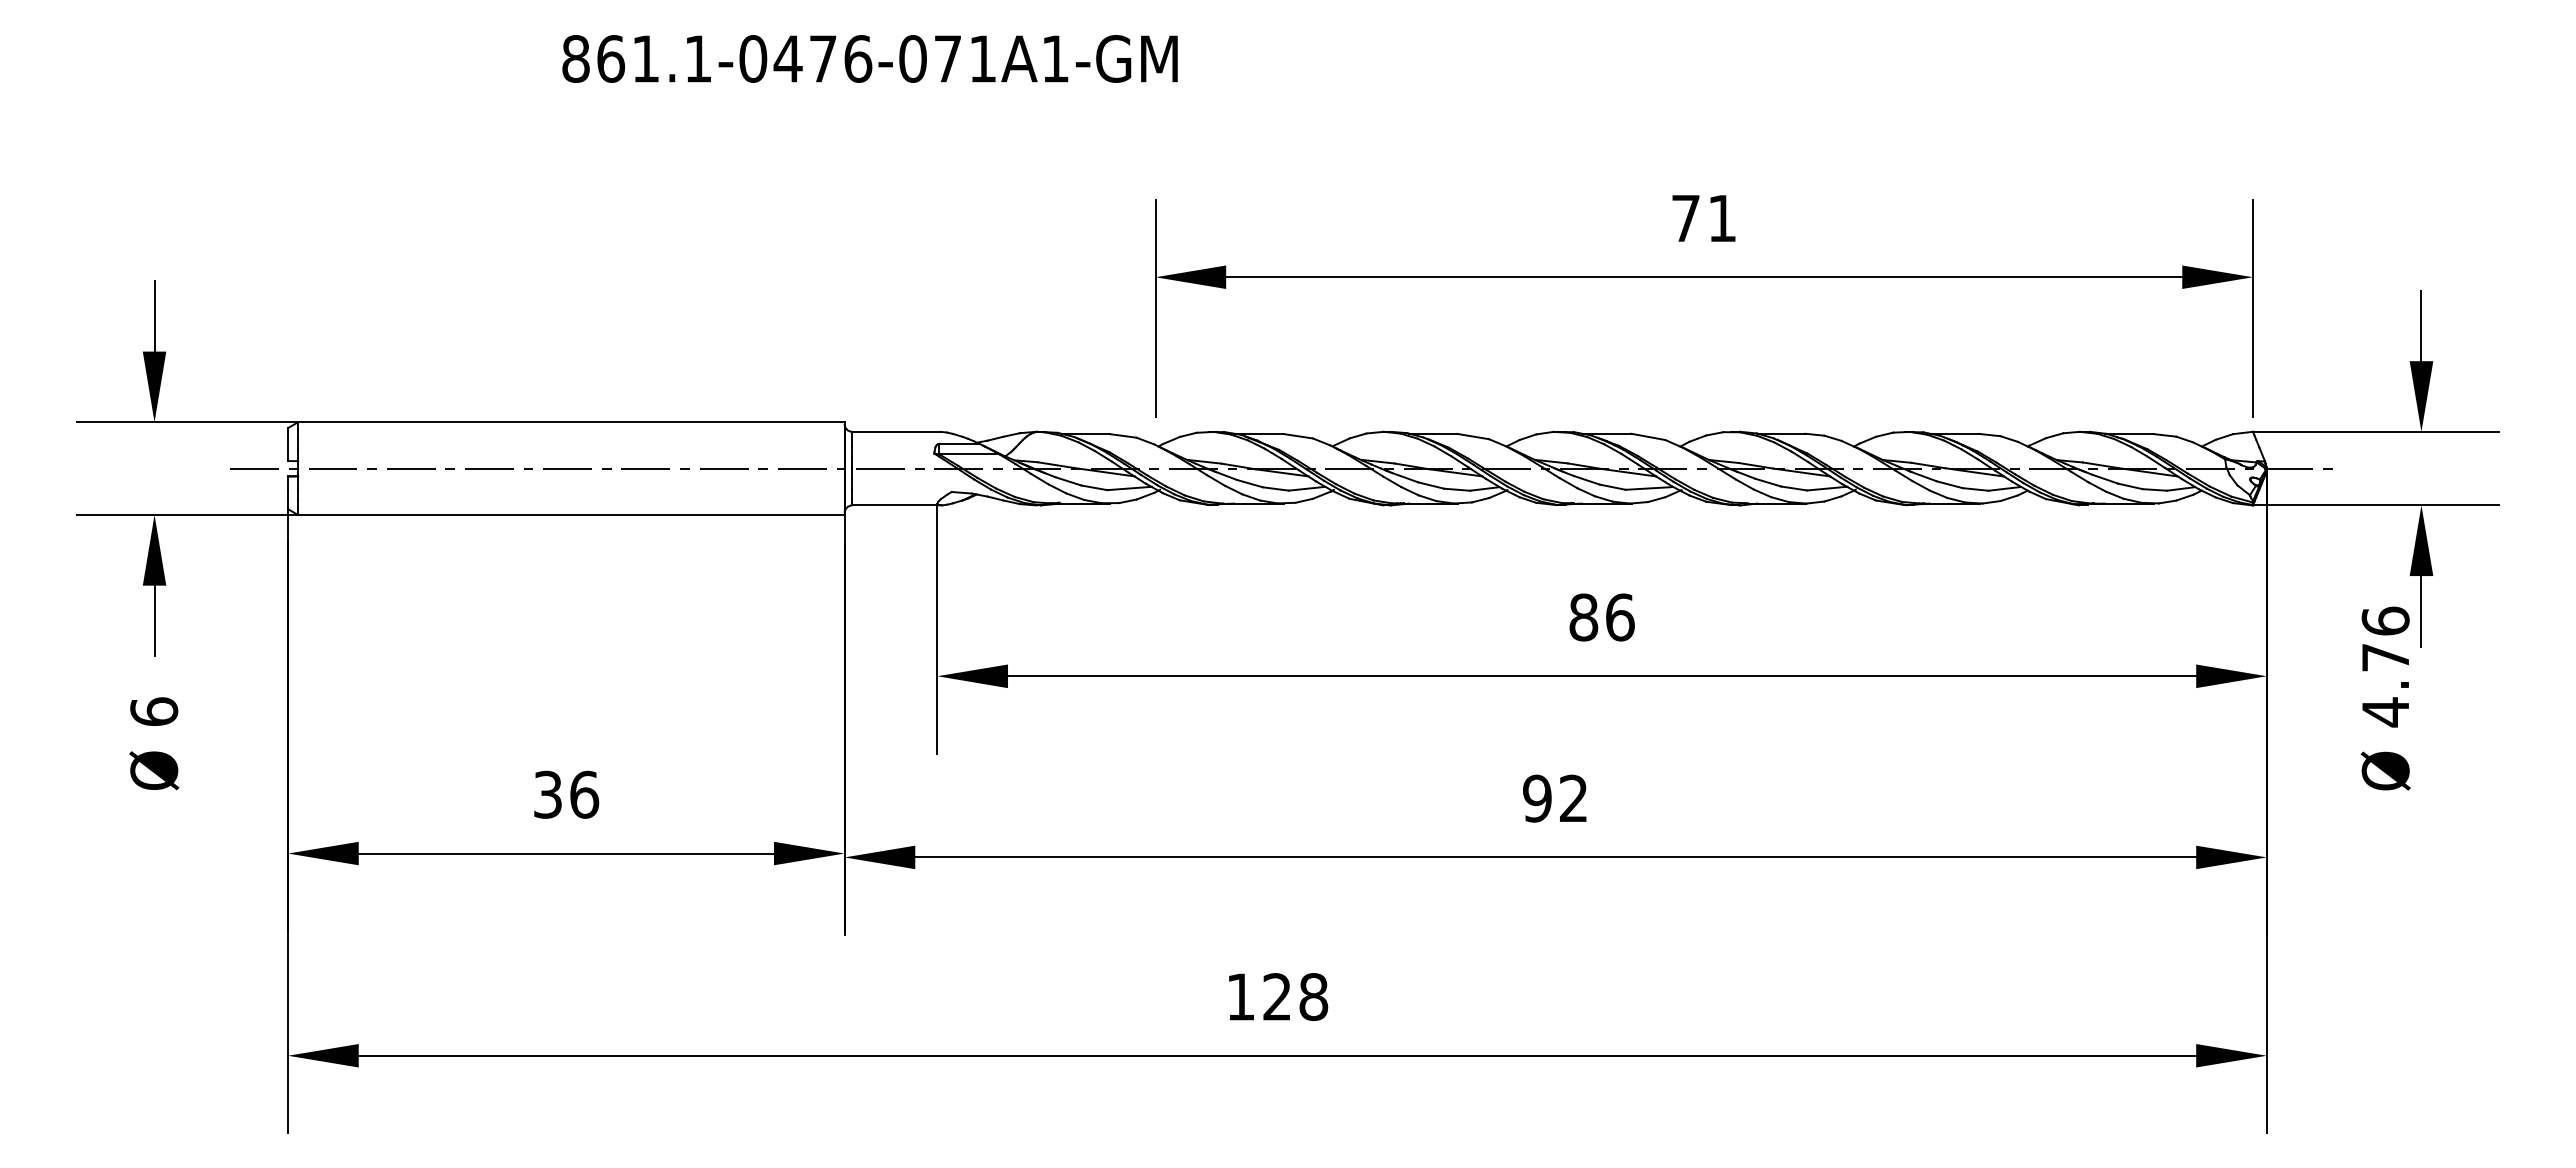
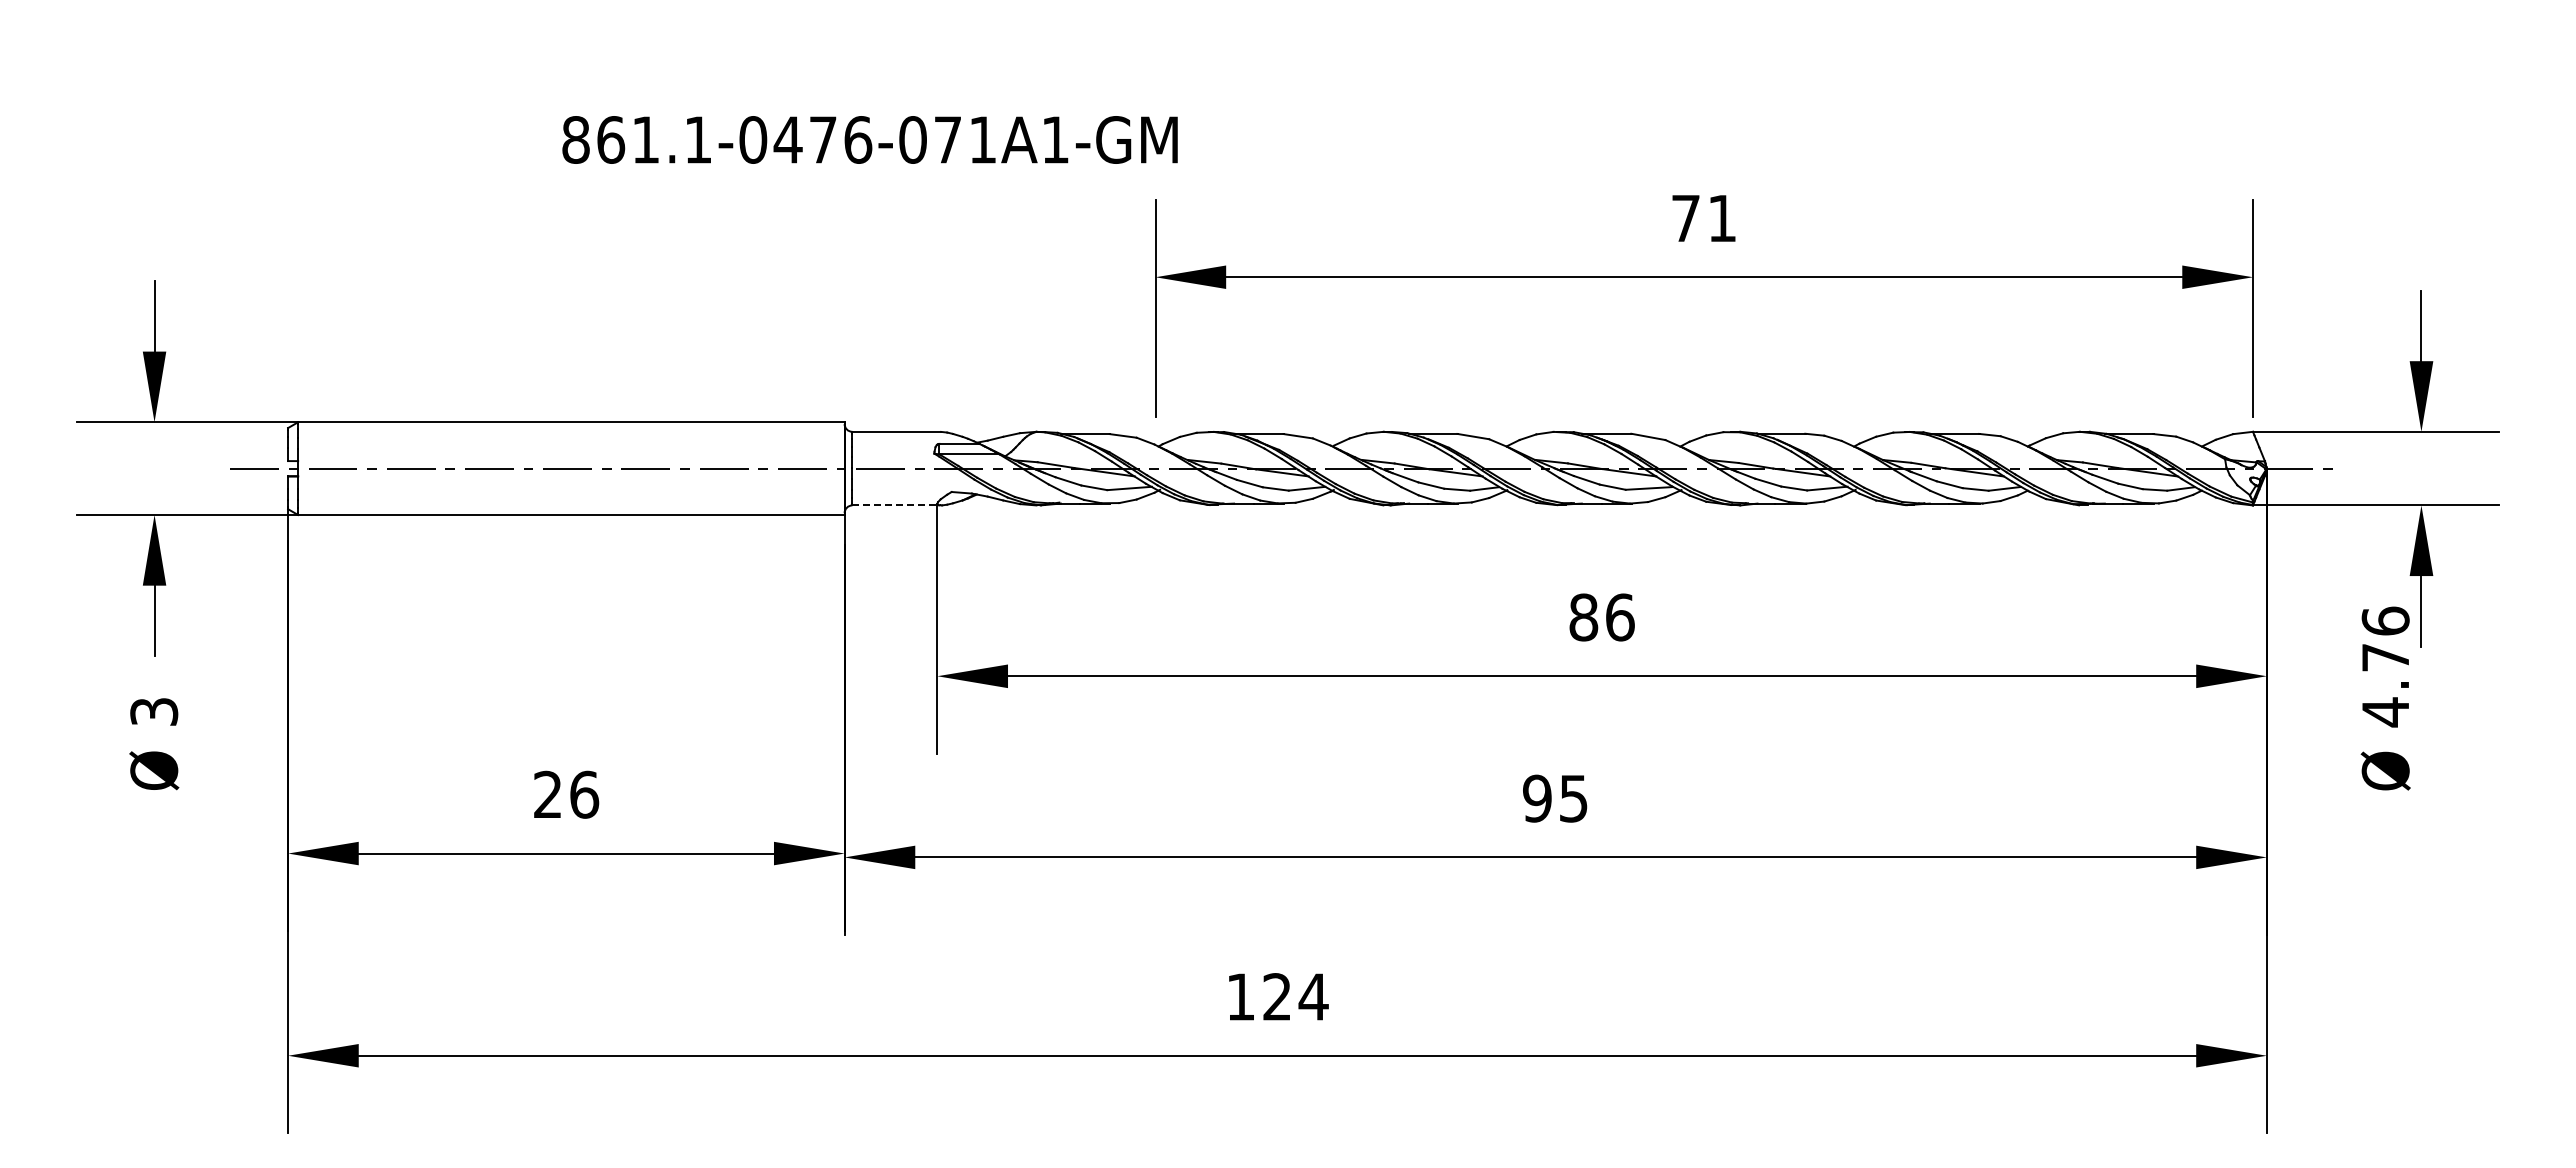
text at (869, 58) position: (869, 58) -> (869, 139)
line at (897, 505): solid -> dashed
text at (154, 711): 6 -> 3
text at (547, 794): 36 -> 26
text at (1573, 798): 92 -> 95
text at (1313, 996): 128 -> 124
